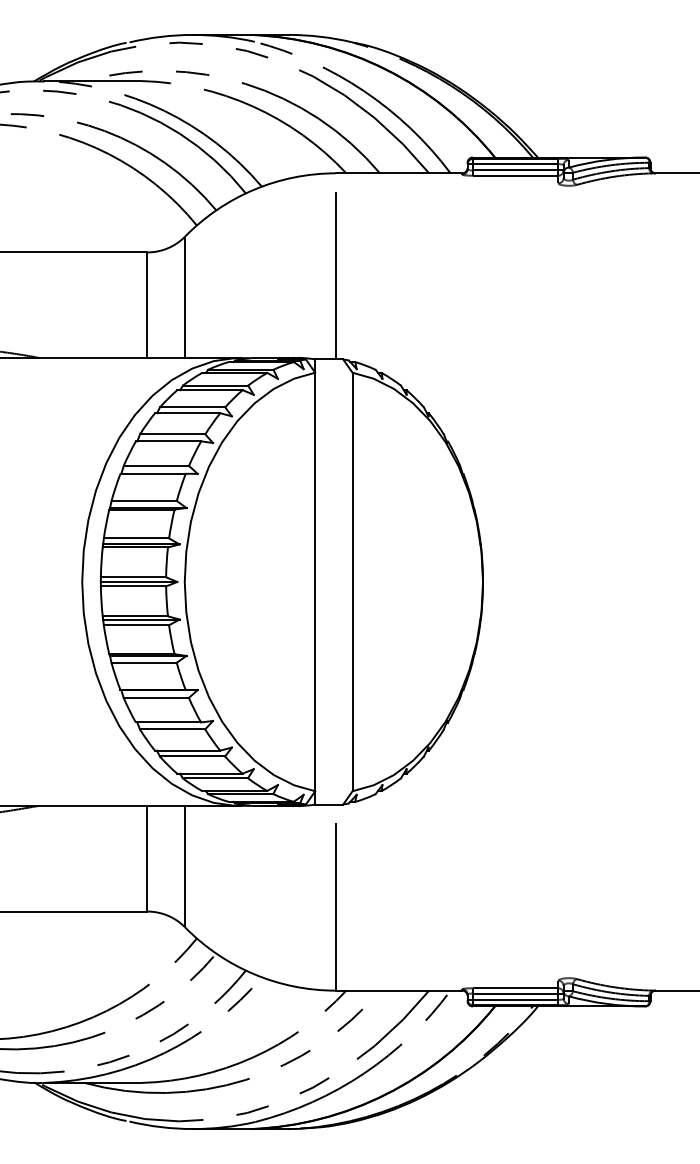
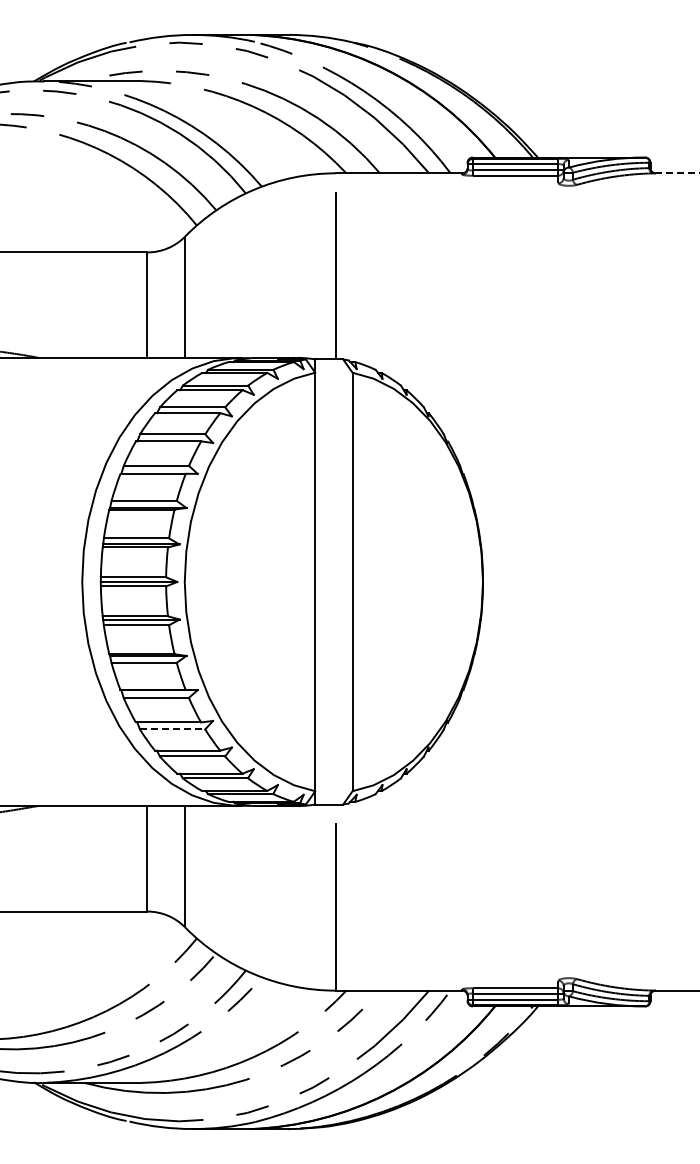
line at (677, 173): solid -> dashed
line at (172, 729): solid -> dashed
